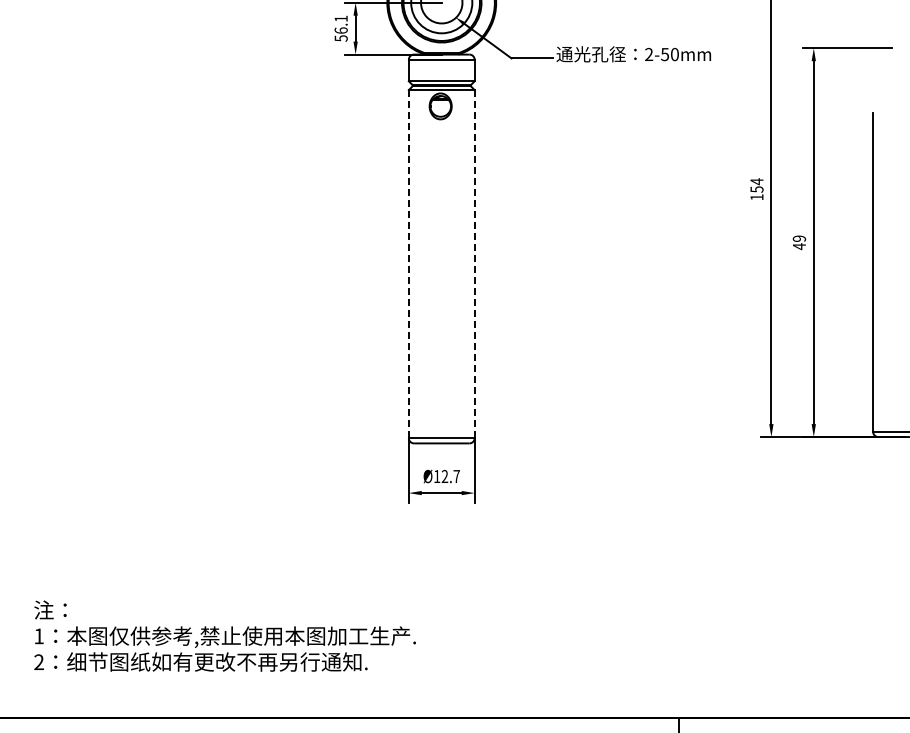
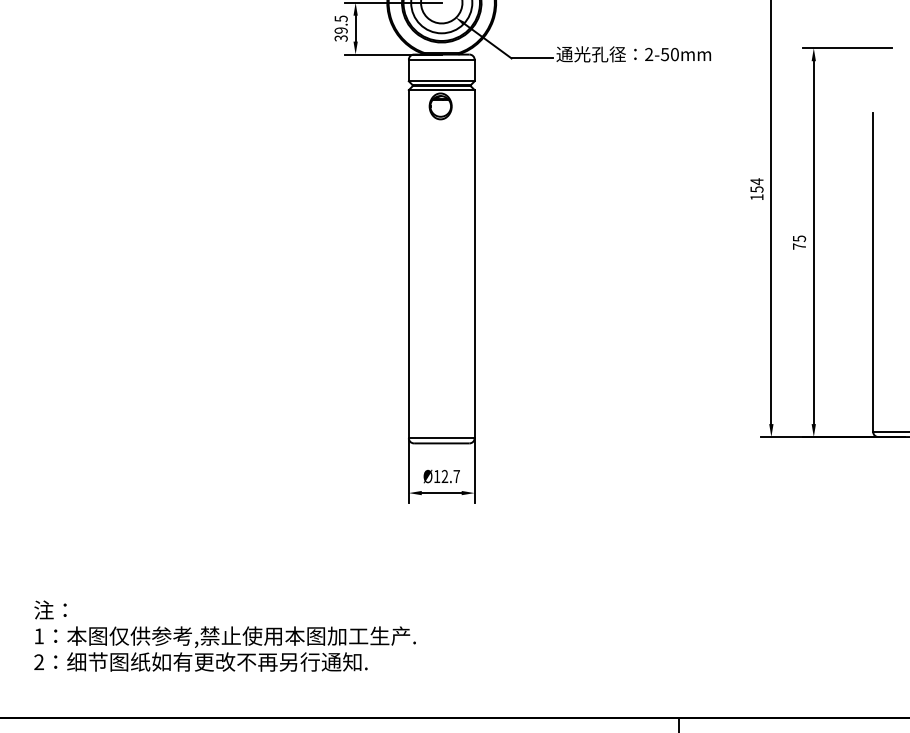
text at (340, 28): 56.1 -> 39.5
text at (798, 242): 49 -> 75
line at (474, 263): dashed -> solid
line at (408, 264): dashed -> solid
